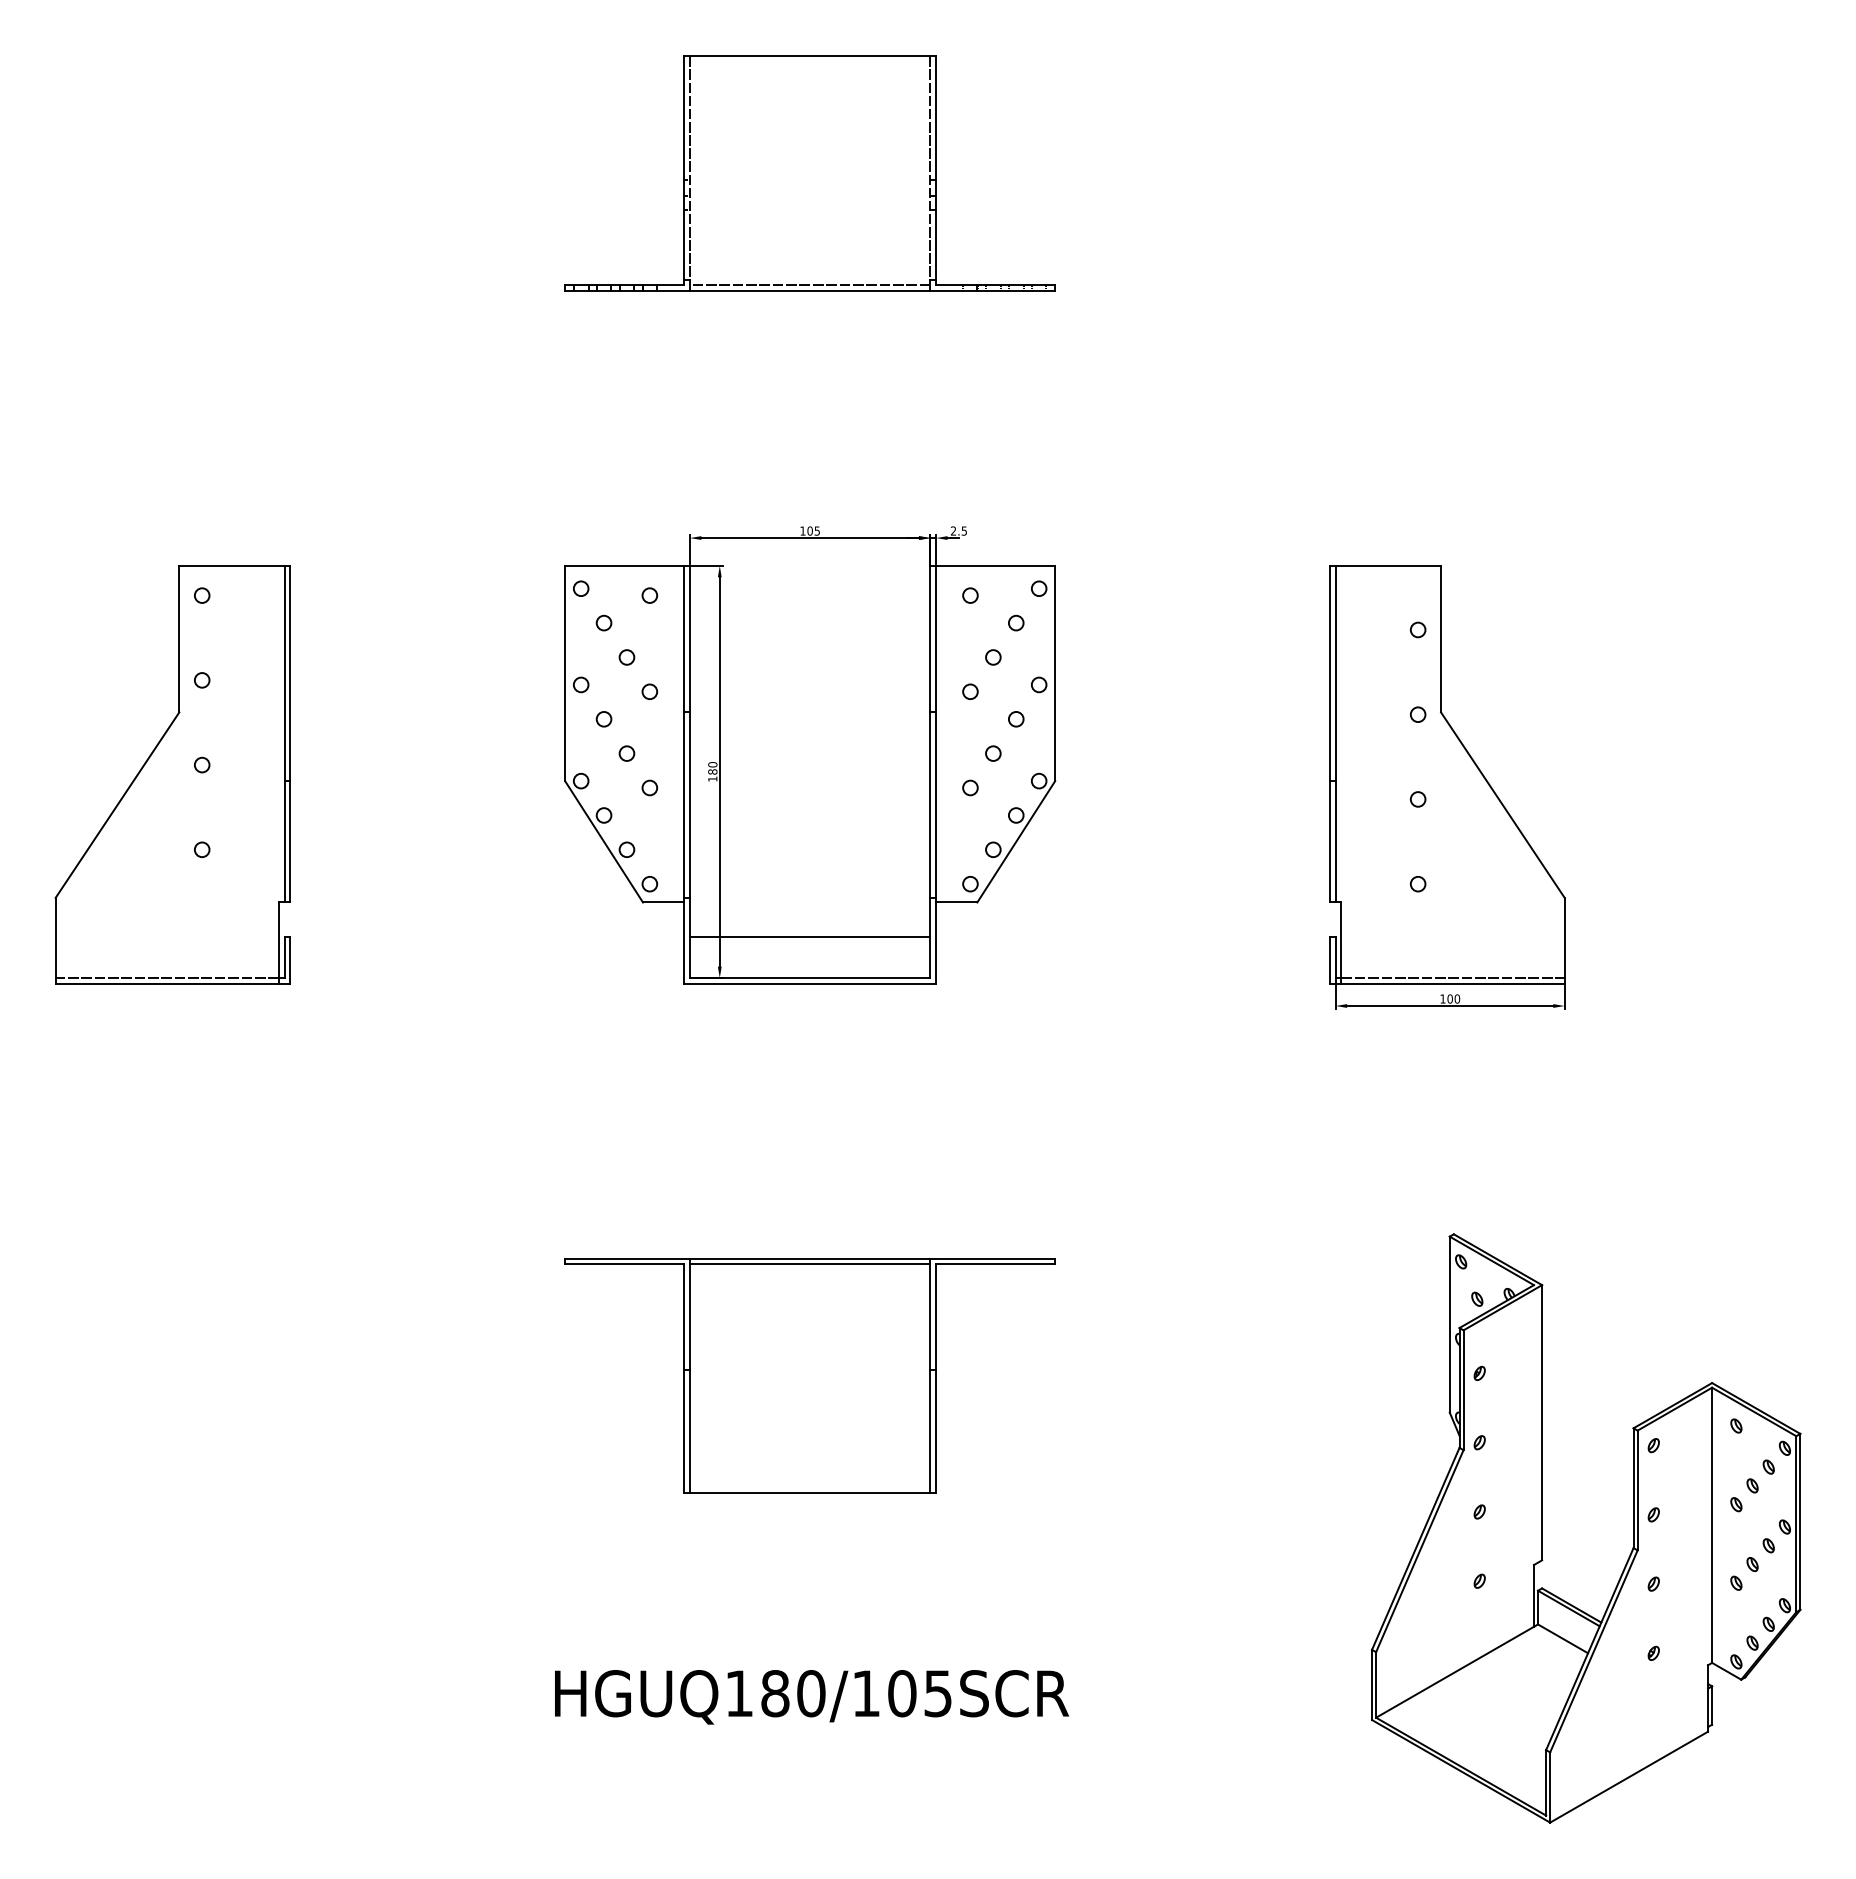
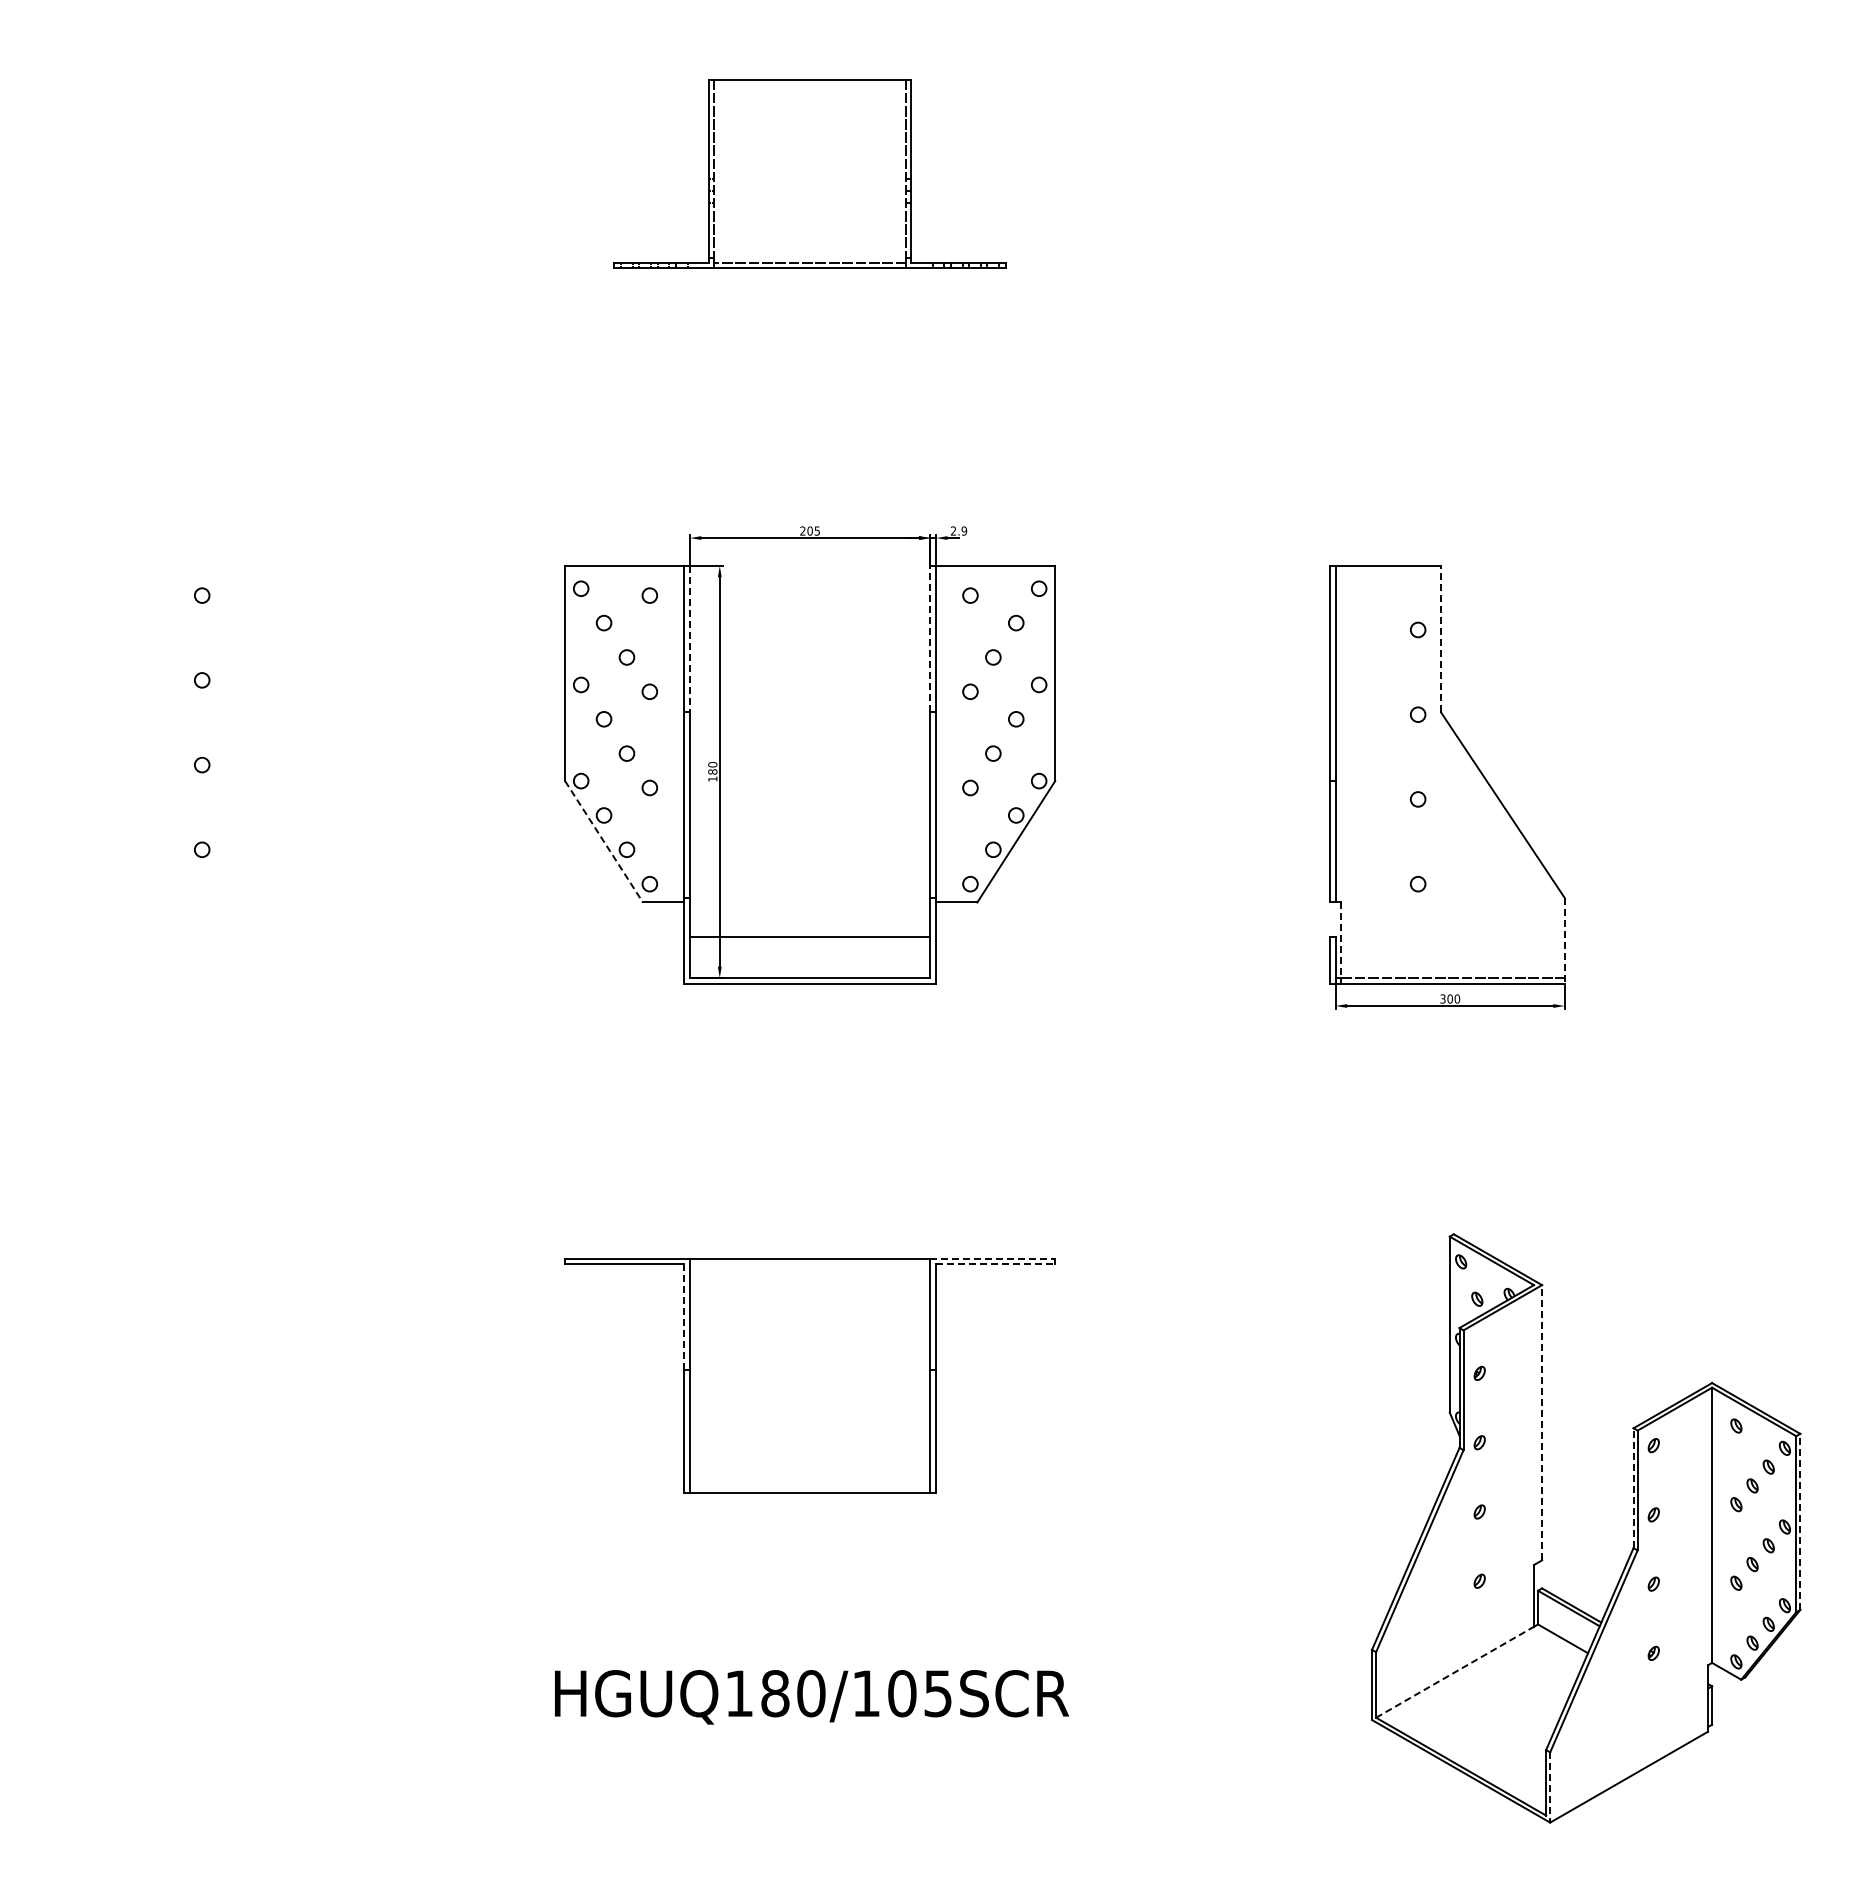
part at (809, 173) size: 492x237 px -> 394x190 px
text at (802, 530): 105 -> 205
text at (964, 530): 2.5 -> 2.9
line at (930, 638): solid -> dashed
line at (1441, 638): solid -> dashed
line at (689, 639): solid -> dashed
part at (172, 774): present -> none
line at (604, 842): solid -> dashed
line at (1564, 940): solid -> dashed
line at (1341, 943): solid -> dashed
text at (1442, 998): 100 -> 300
line at (993, 1258): solid -> dashed
line at (809, 1264): present -> none
line at (995, 1264): solid -> dashed
line at (684, 1316): solid -> dashed
line at (1542, 1422): solid -> dashed
line at (1633, 1488): solid -> dashed
line at (1800, 1521): solid -> dashed
line at (1455, 1672): solid -> dashed
line at (1550, 1788): solid -> dashed
